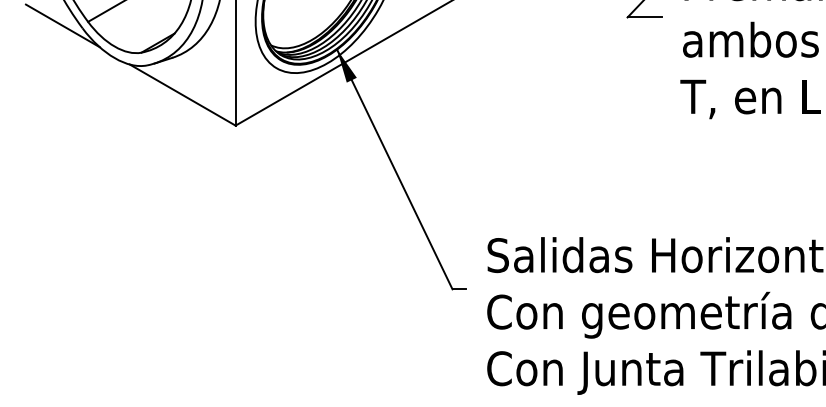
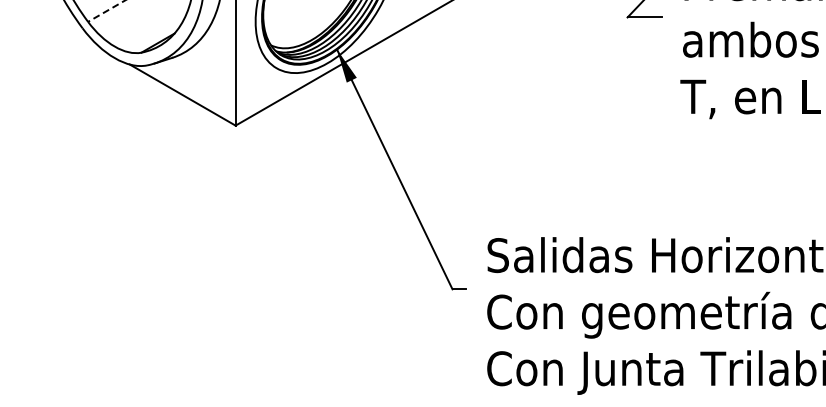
line at (107, 10): solid -> dashed
line at (62, 25): present -> none
